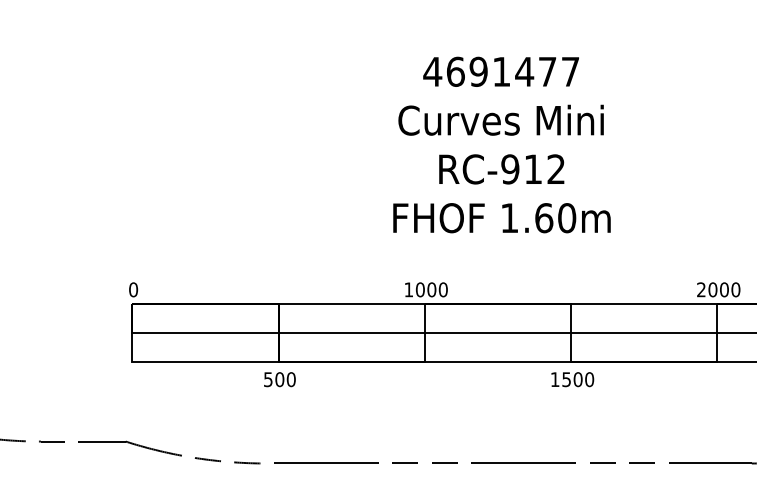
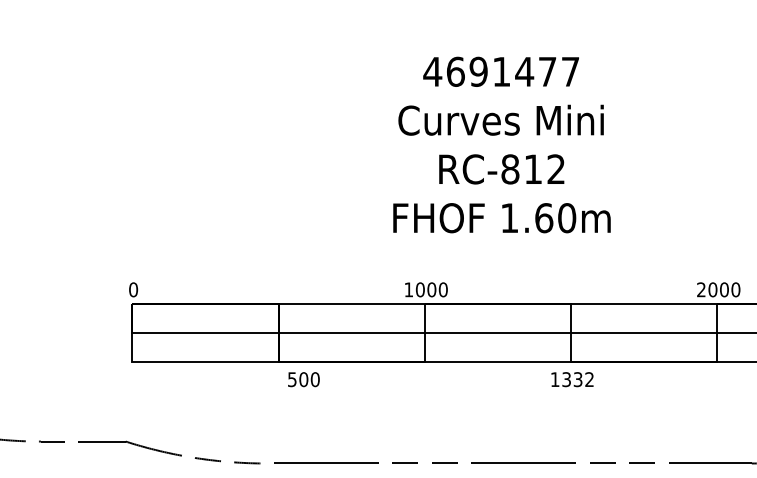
text at (510, 169): RC-912 -> RC-812
text at (279, 379) position: (279, 379) -> (303, 379)
text at (578, 379): 1500 -> 1332
